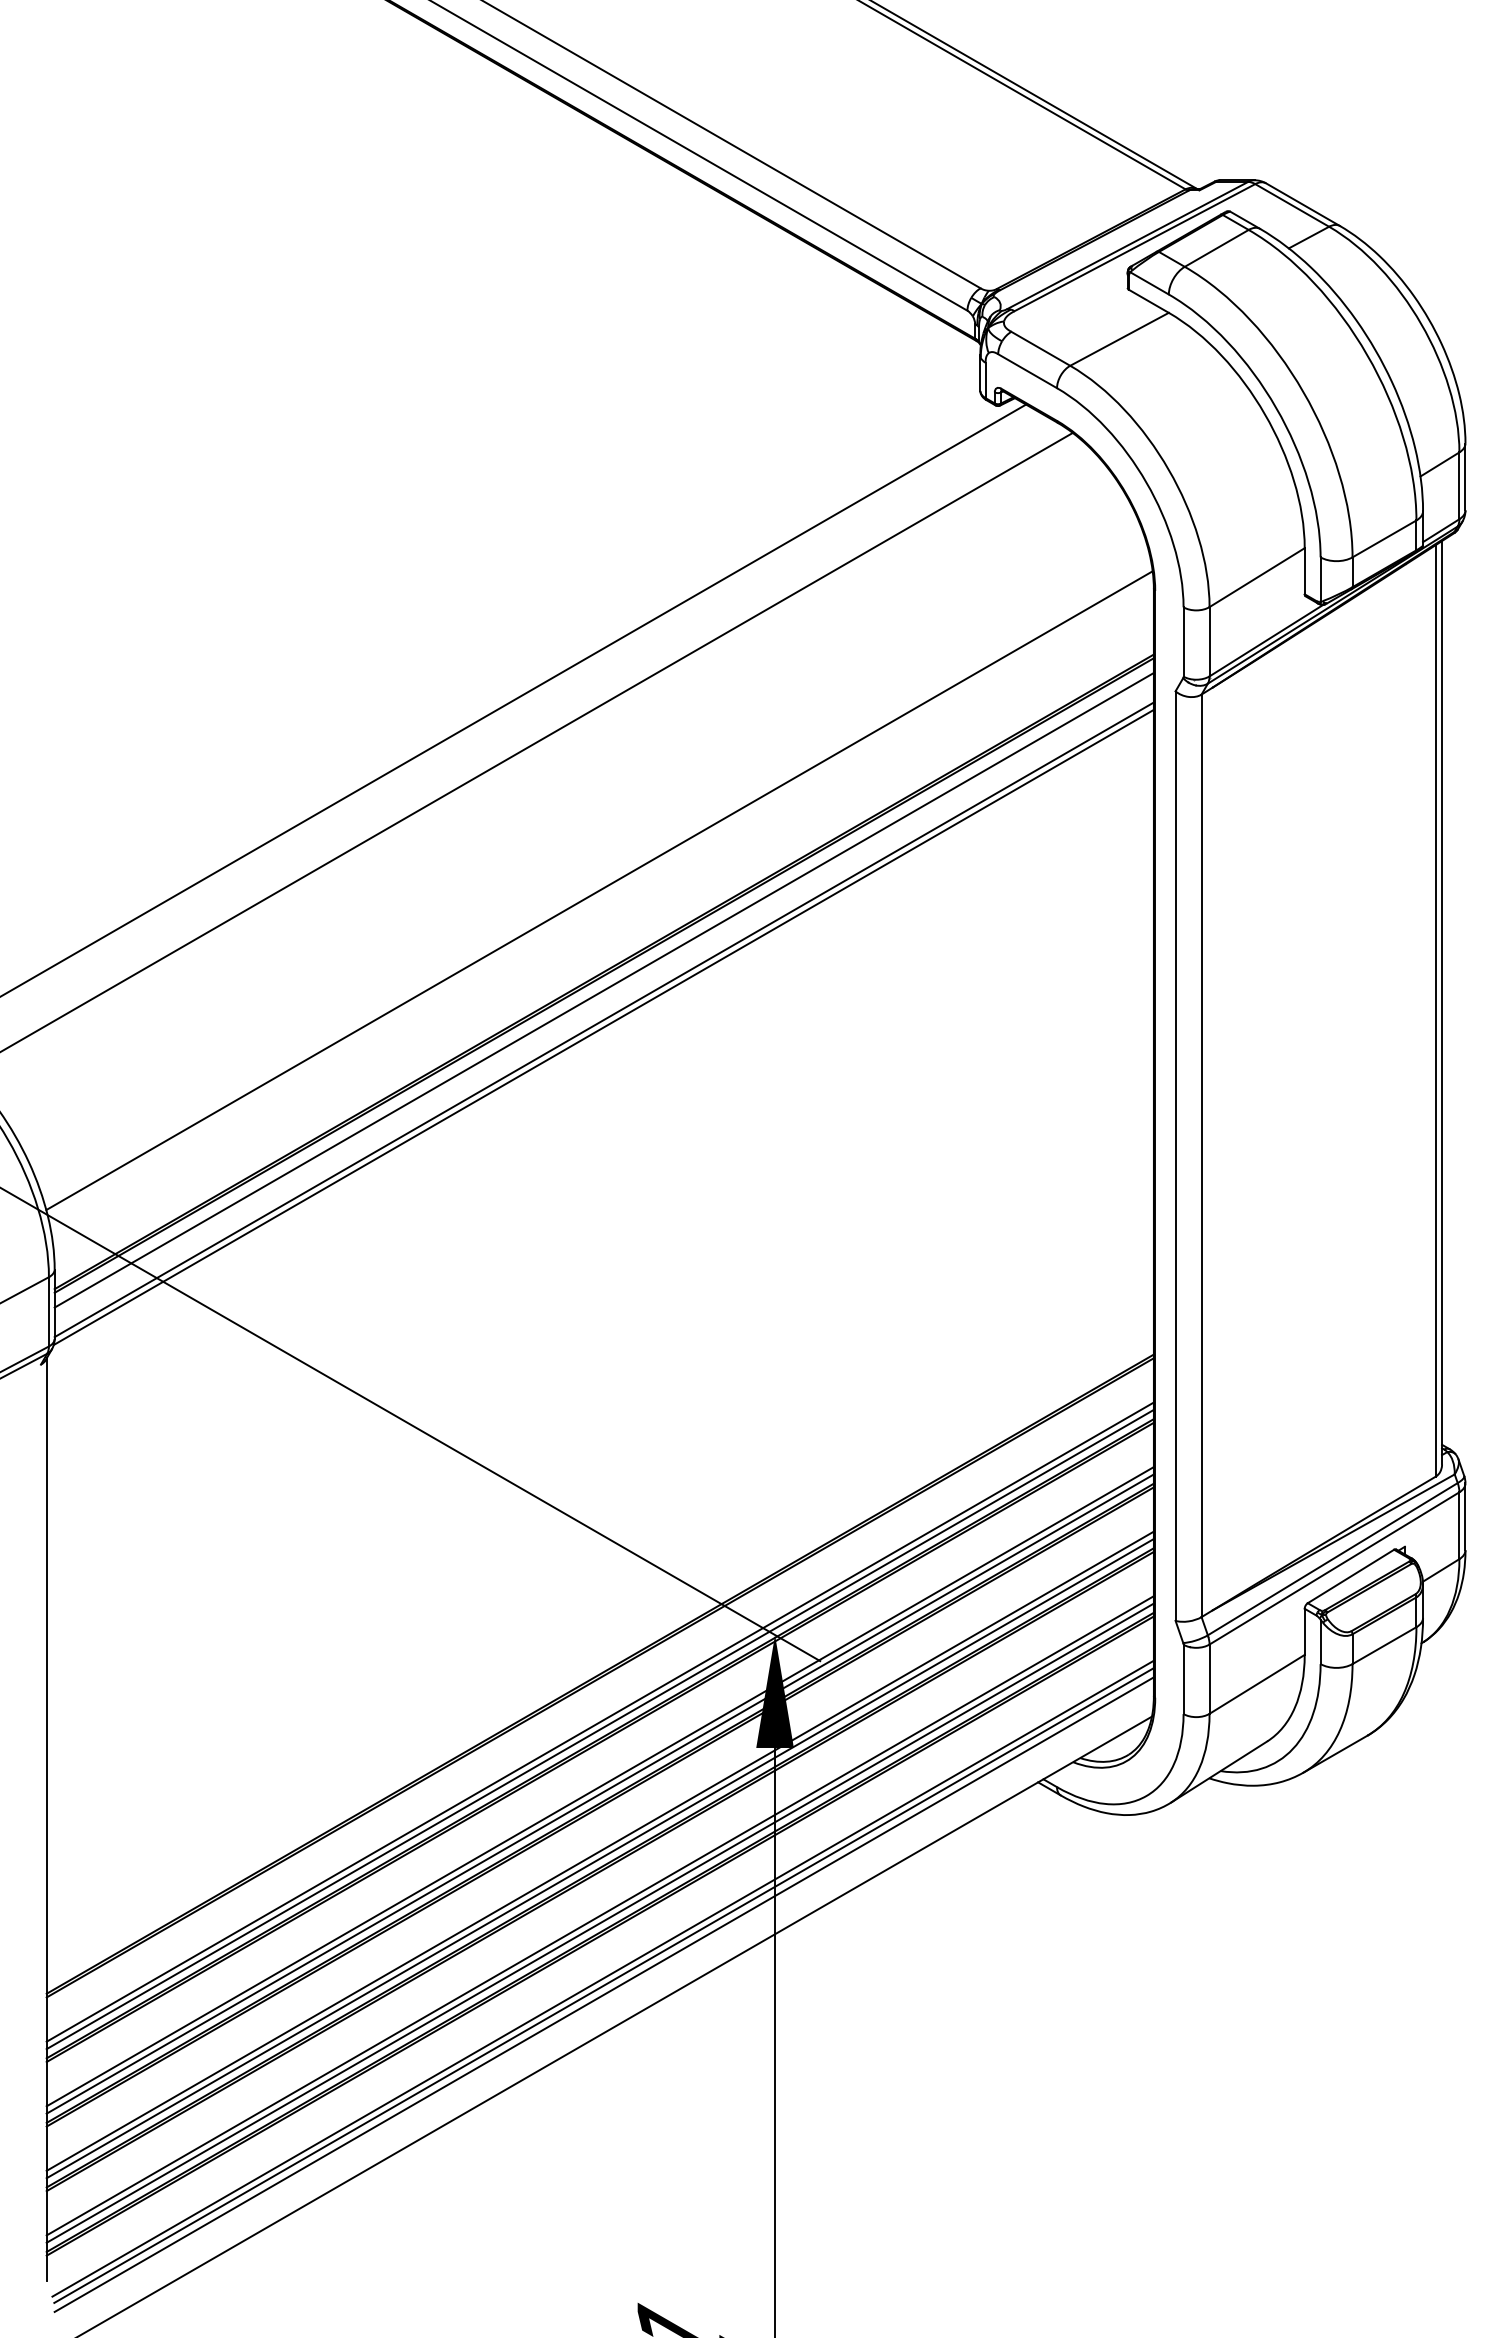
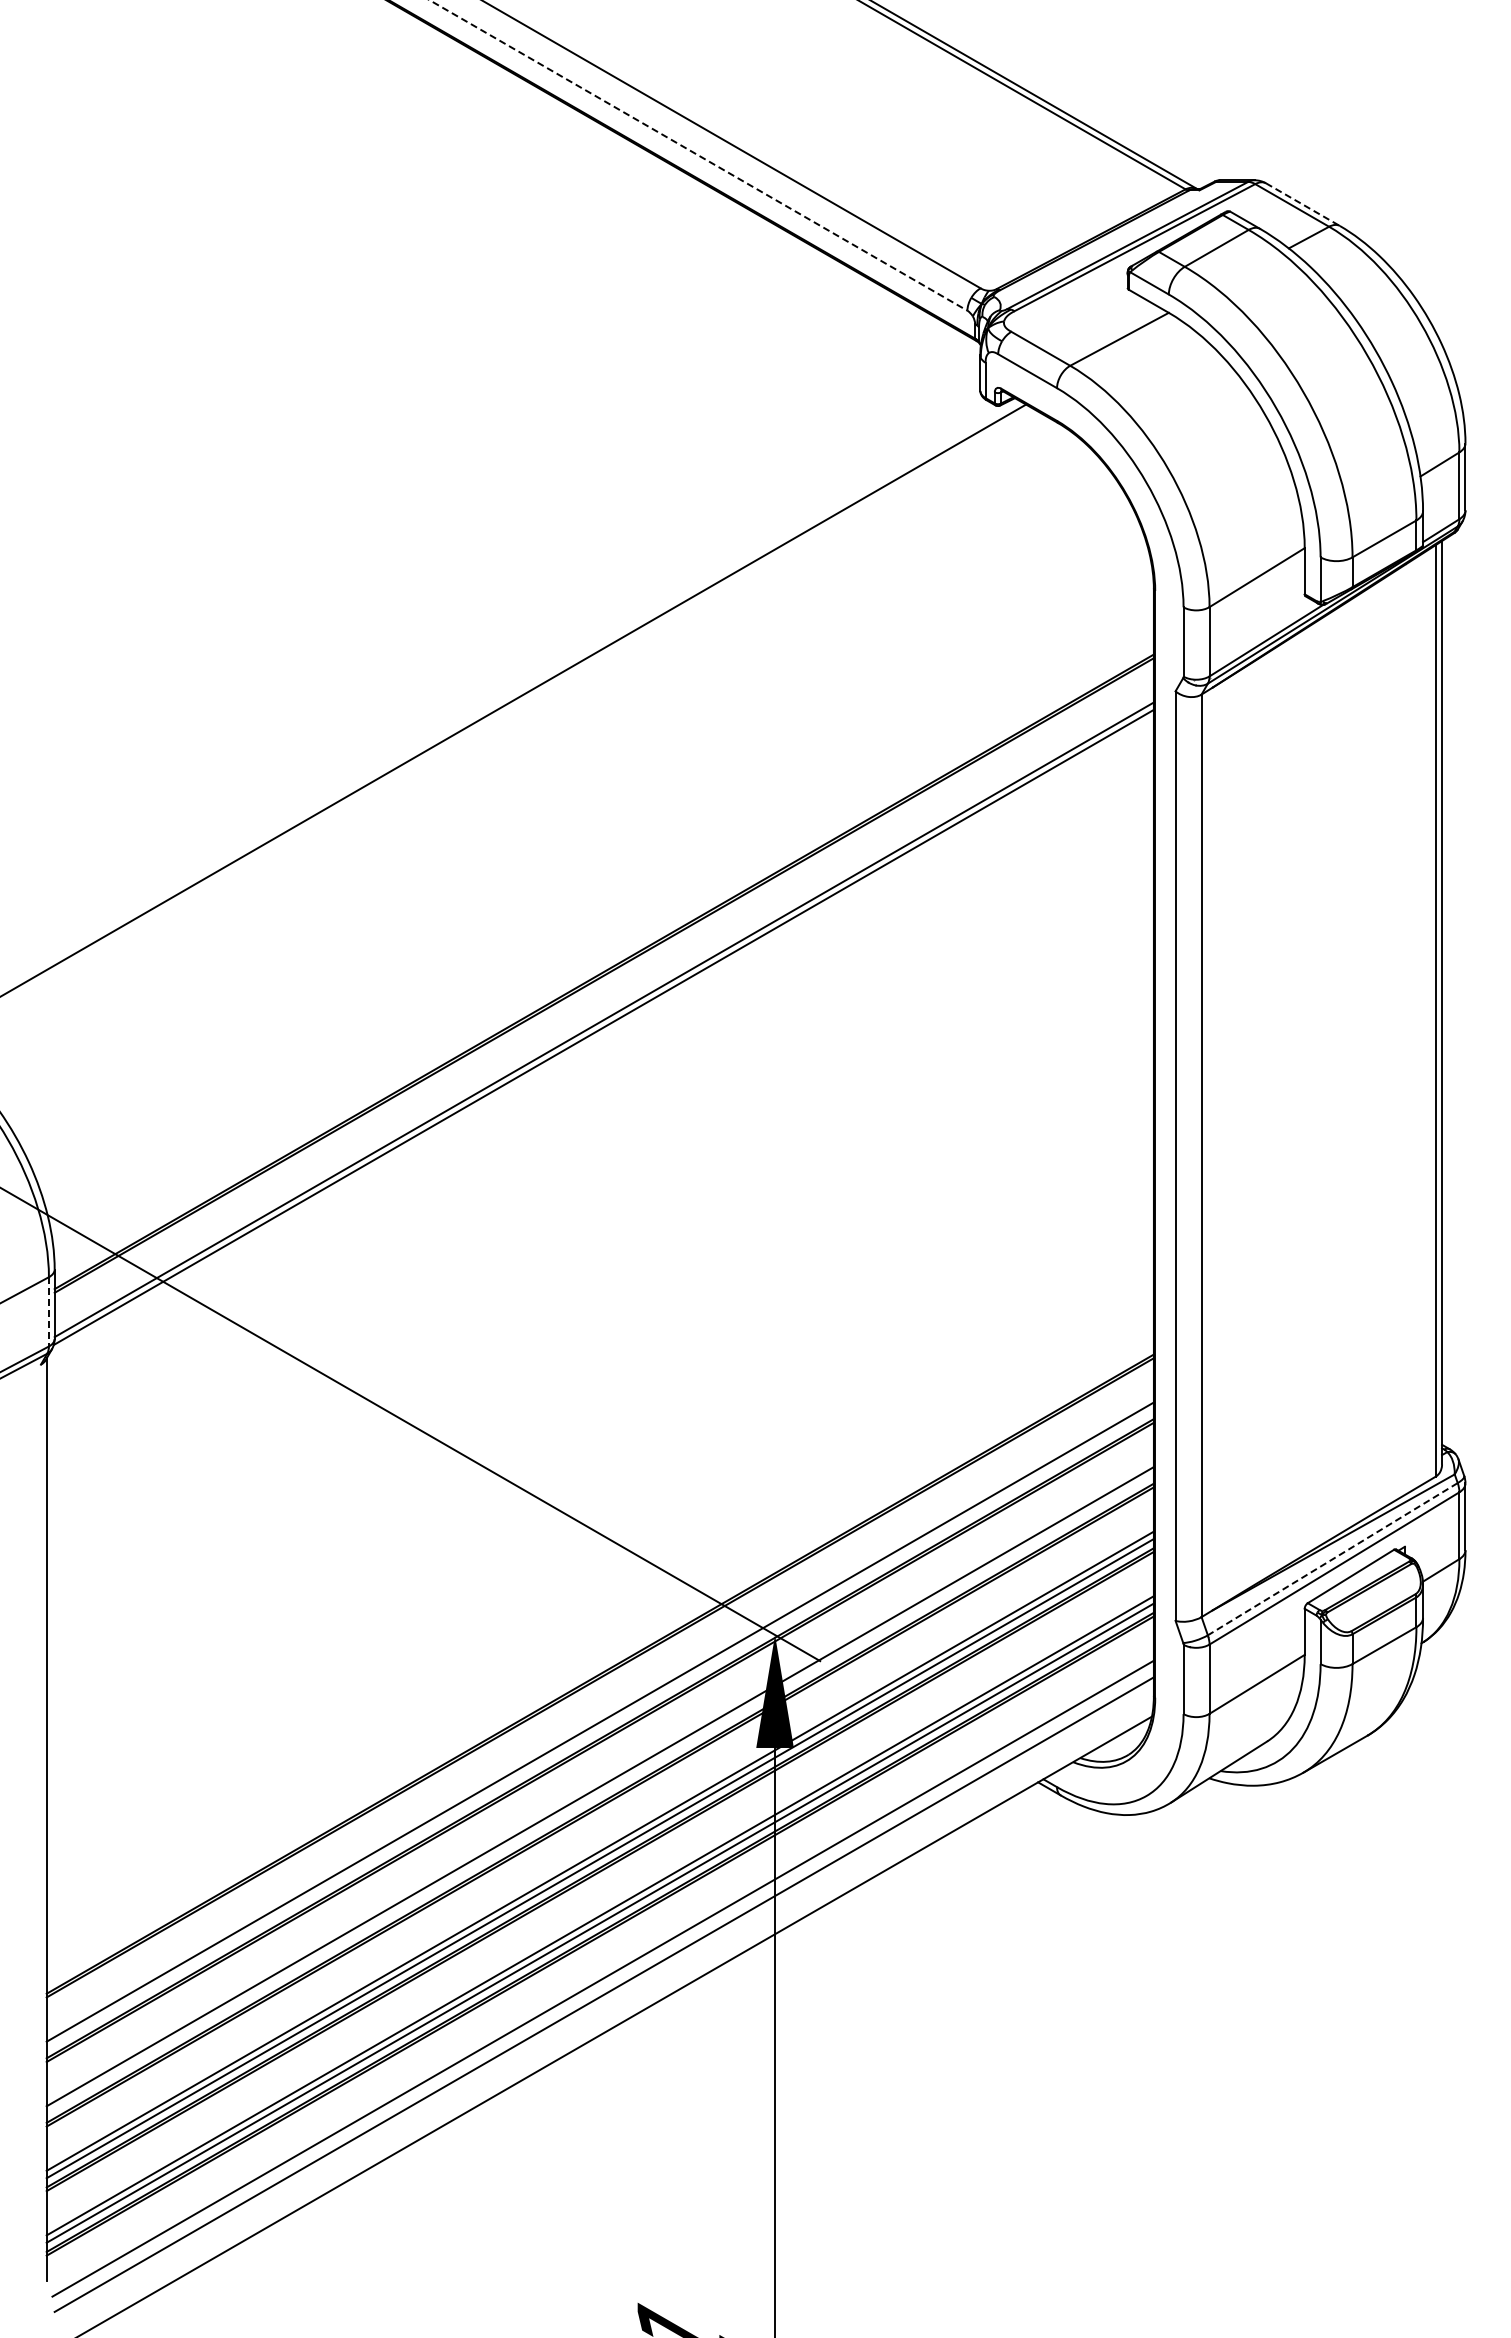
line at (699, 155): solid -> dashed
line at (1302, 204): solid -> dashed
line at (537, 741): present -> none
line at (599, 890): present -> none
line at (603, 989): present -> none
line at (48, 1311): solid -> dashed
line at (1332, 1559): solid -> dashed
line at (599, 1729): present -> none
line at (599, 1793): present -> none
line at (603, 1985): present -> none
